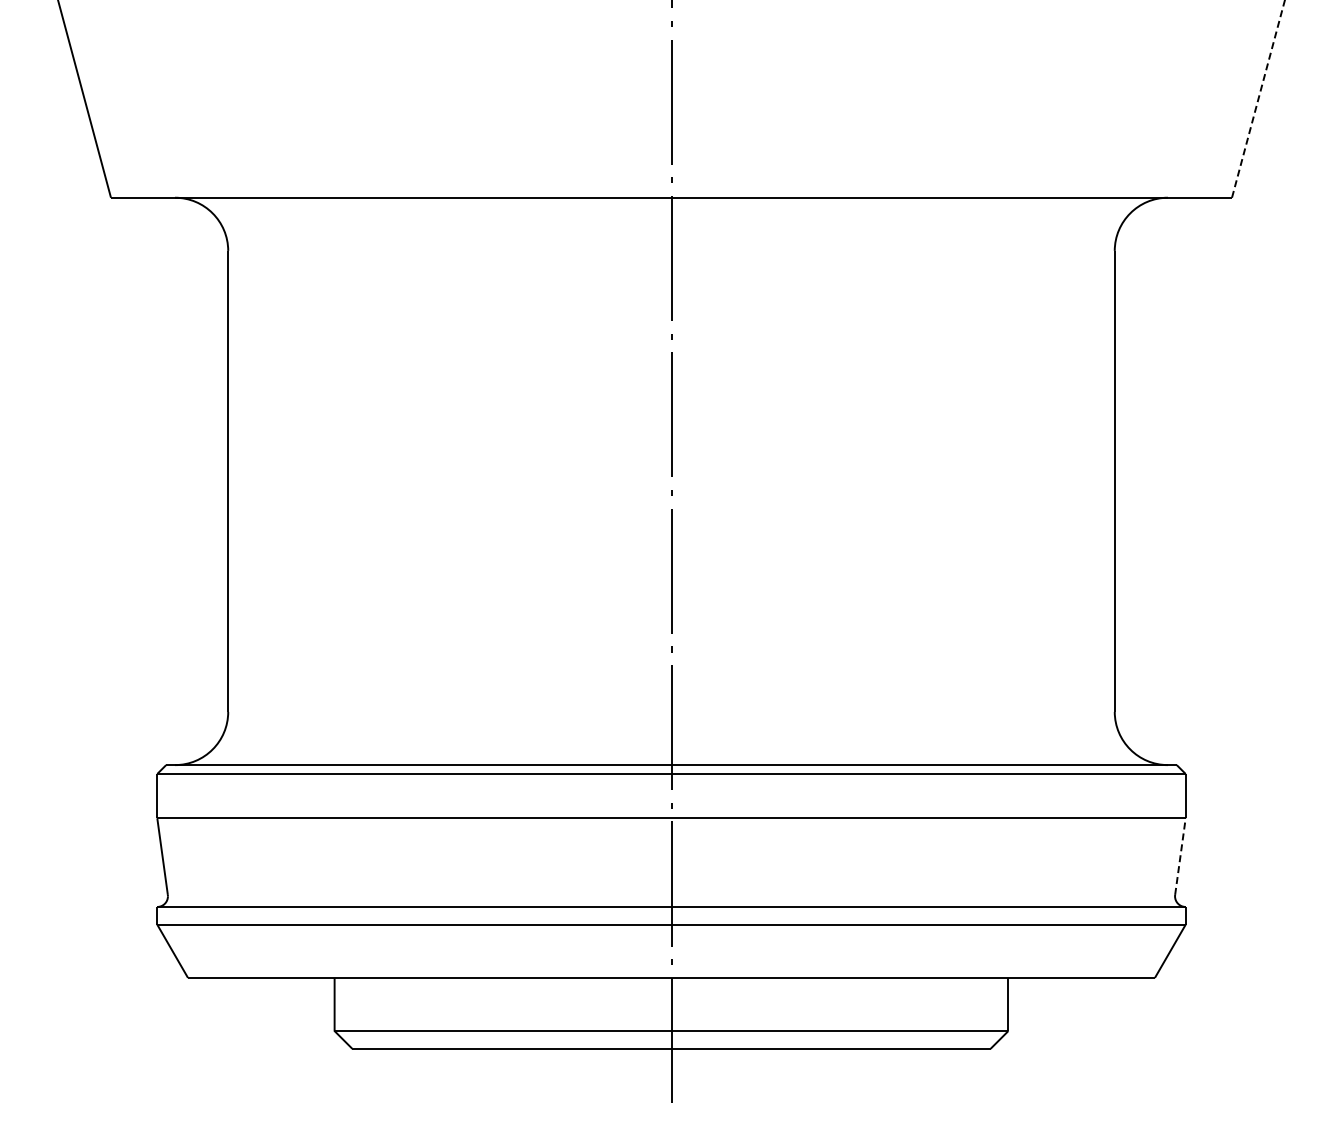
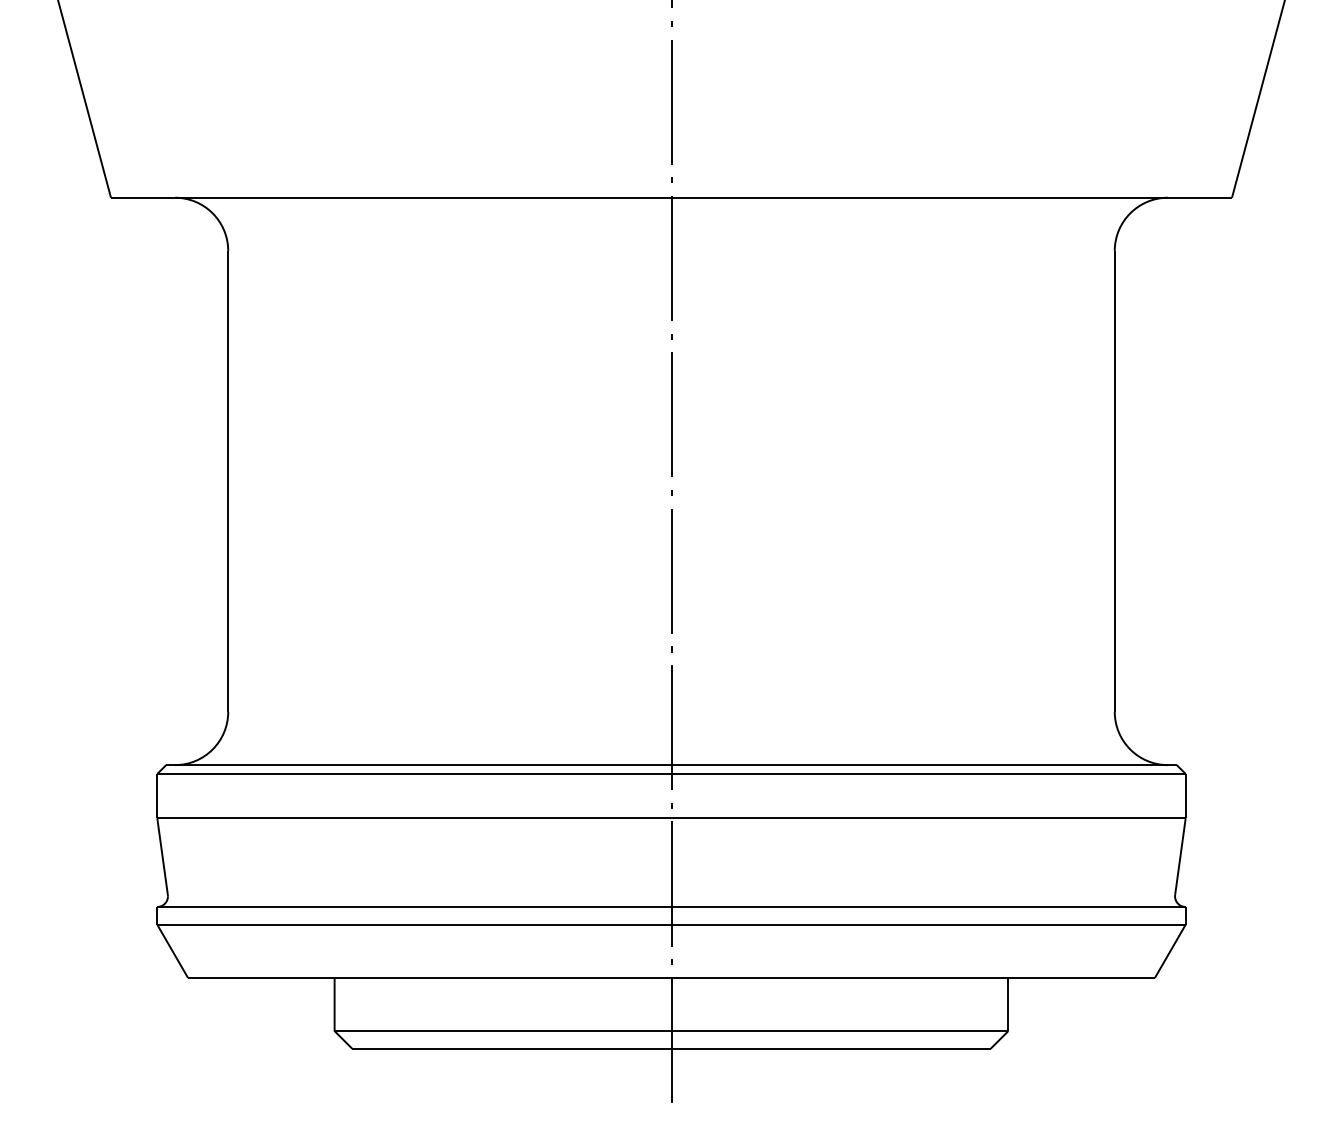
line at (1258, 98): dashed -> solid
line at (1180, 856): dashed -> solid
